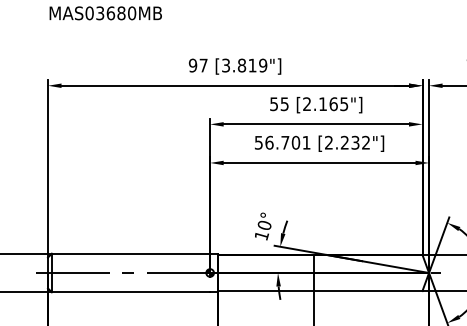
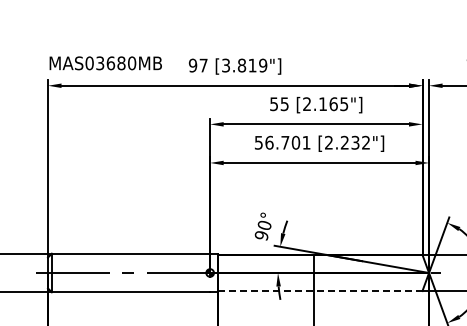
text at (105, 13) position: (105, 13) -> (105, 63)
text at (261, 235): 10° -> 90°
line at (319, 291): solid -> dashed
